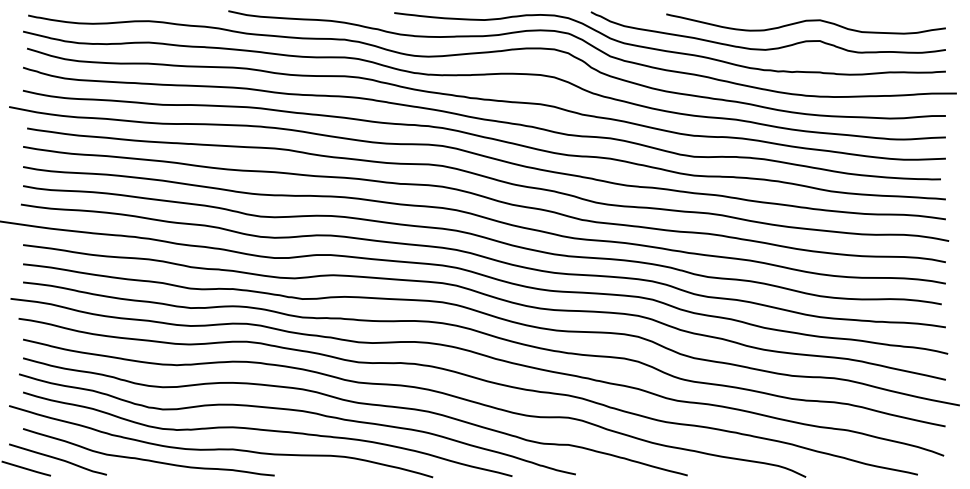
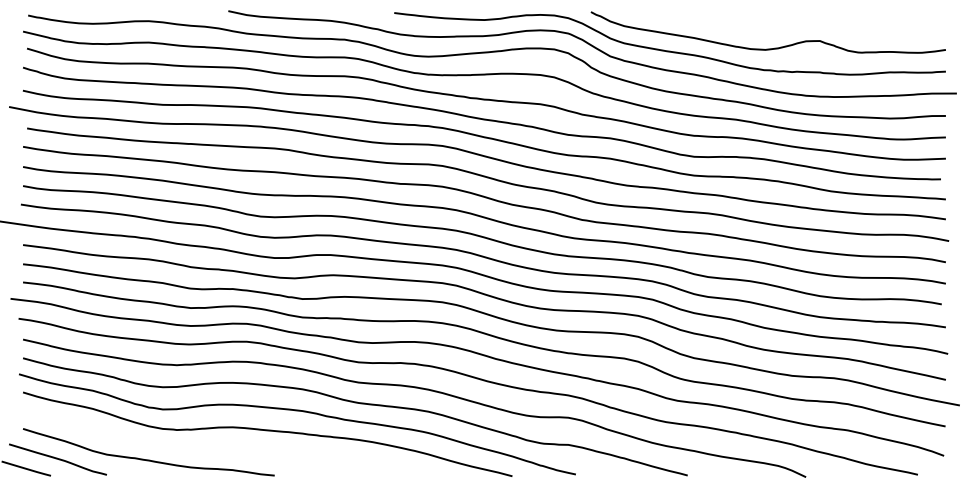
curve at (804, 22): present -> none
curve at (221, 448): present -> none
